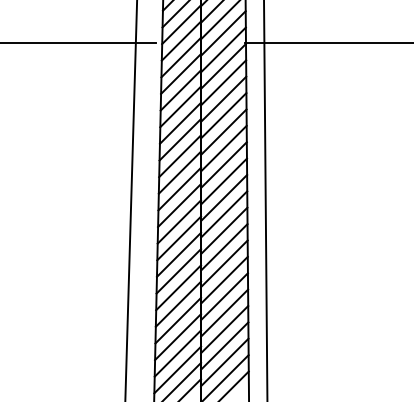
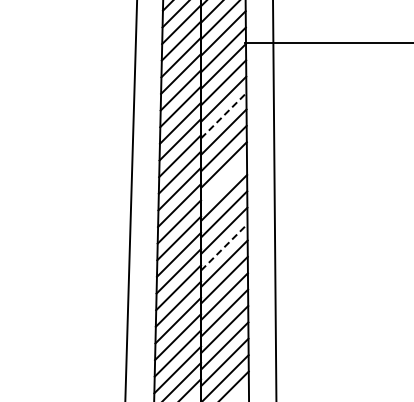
line at (79, 43): present -> none
line at (224, 115): solid -> dashed
line at (223, 181): present -> none
line at (265, 200) position: (265, 200) -> (274, 200)
line at (224, 247): solid -> dashed
